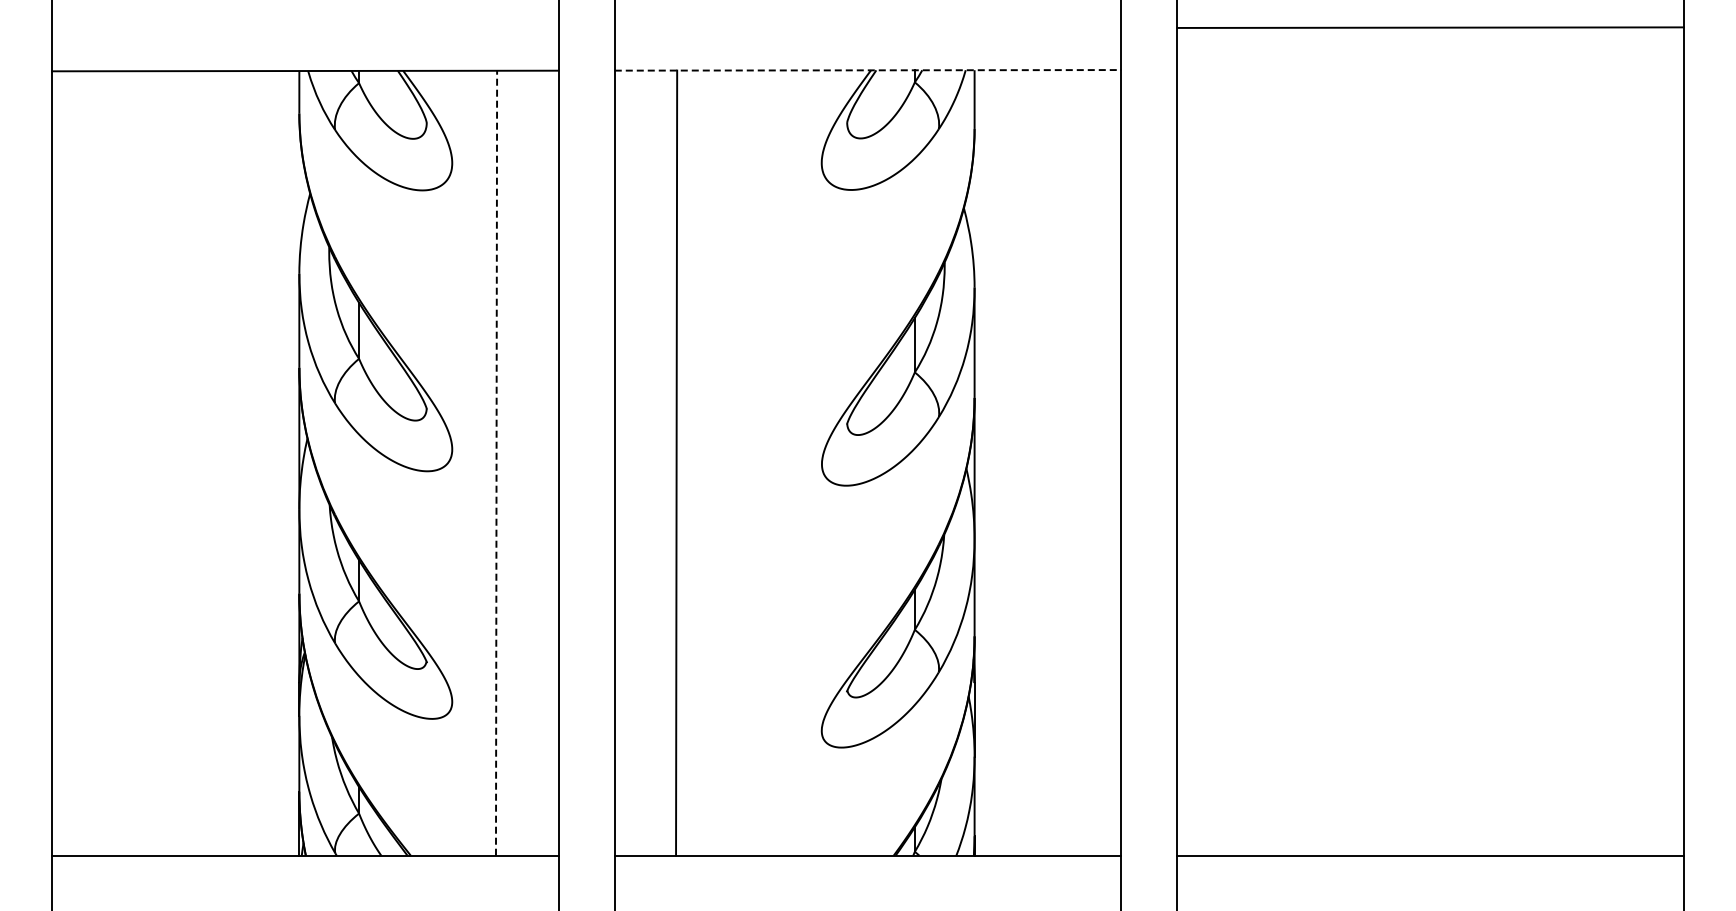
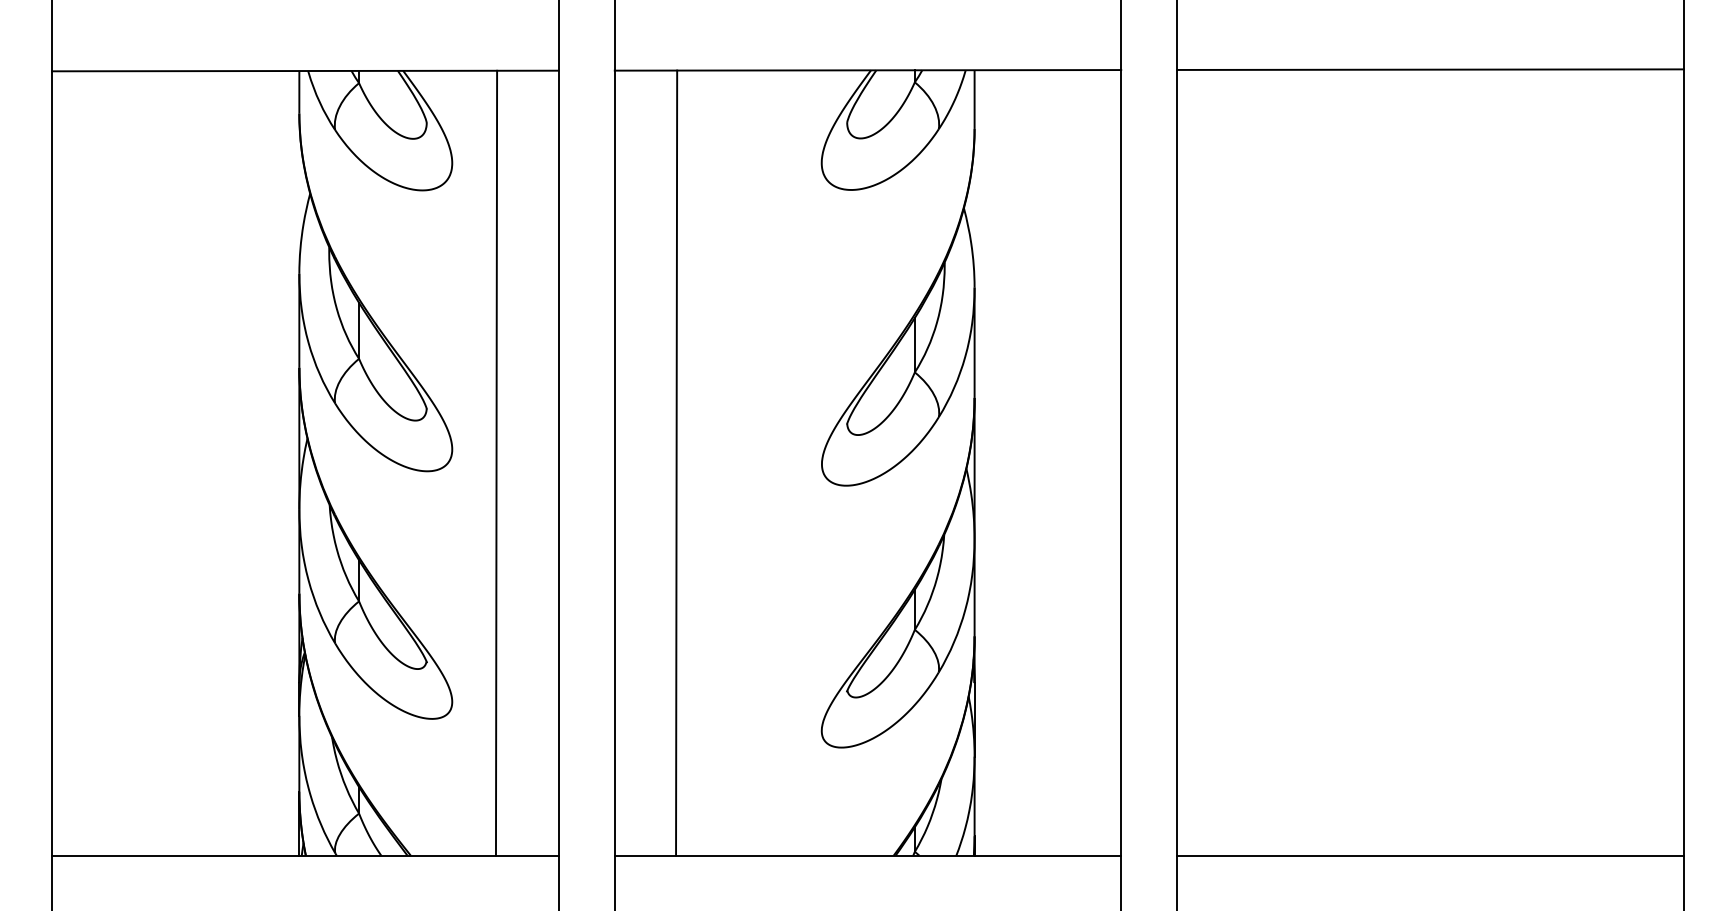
line at (1430, 27) position: (1430, 27) -> (1430, 69)
line at (868, 70): dashed -> solid
line at (496, 462): dashed -> solid
